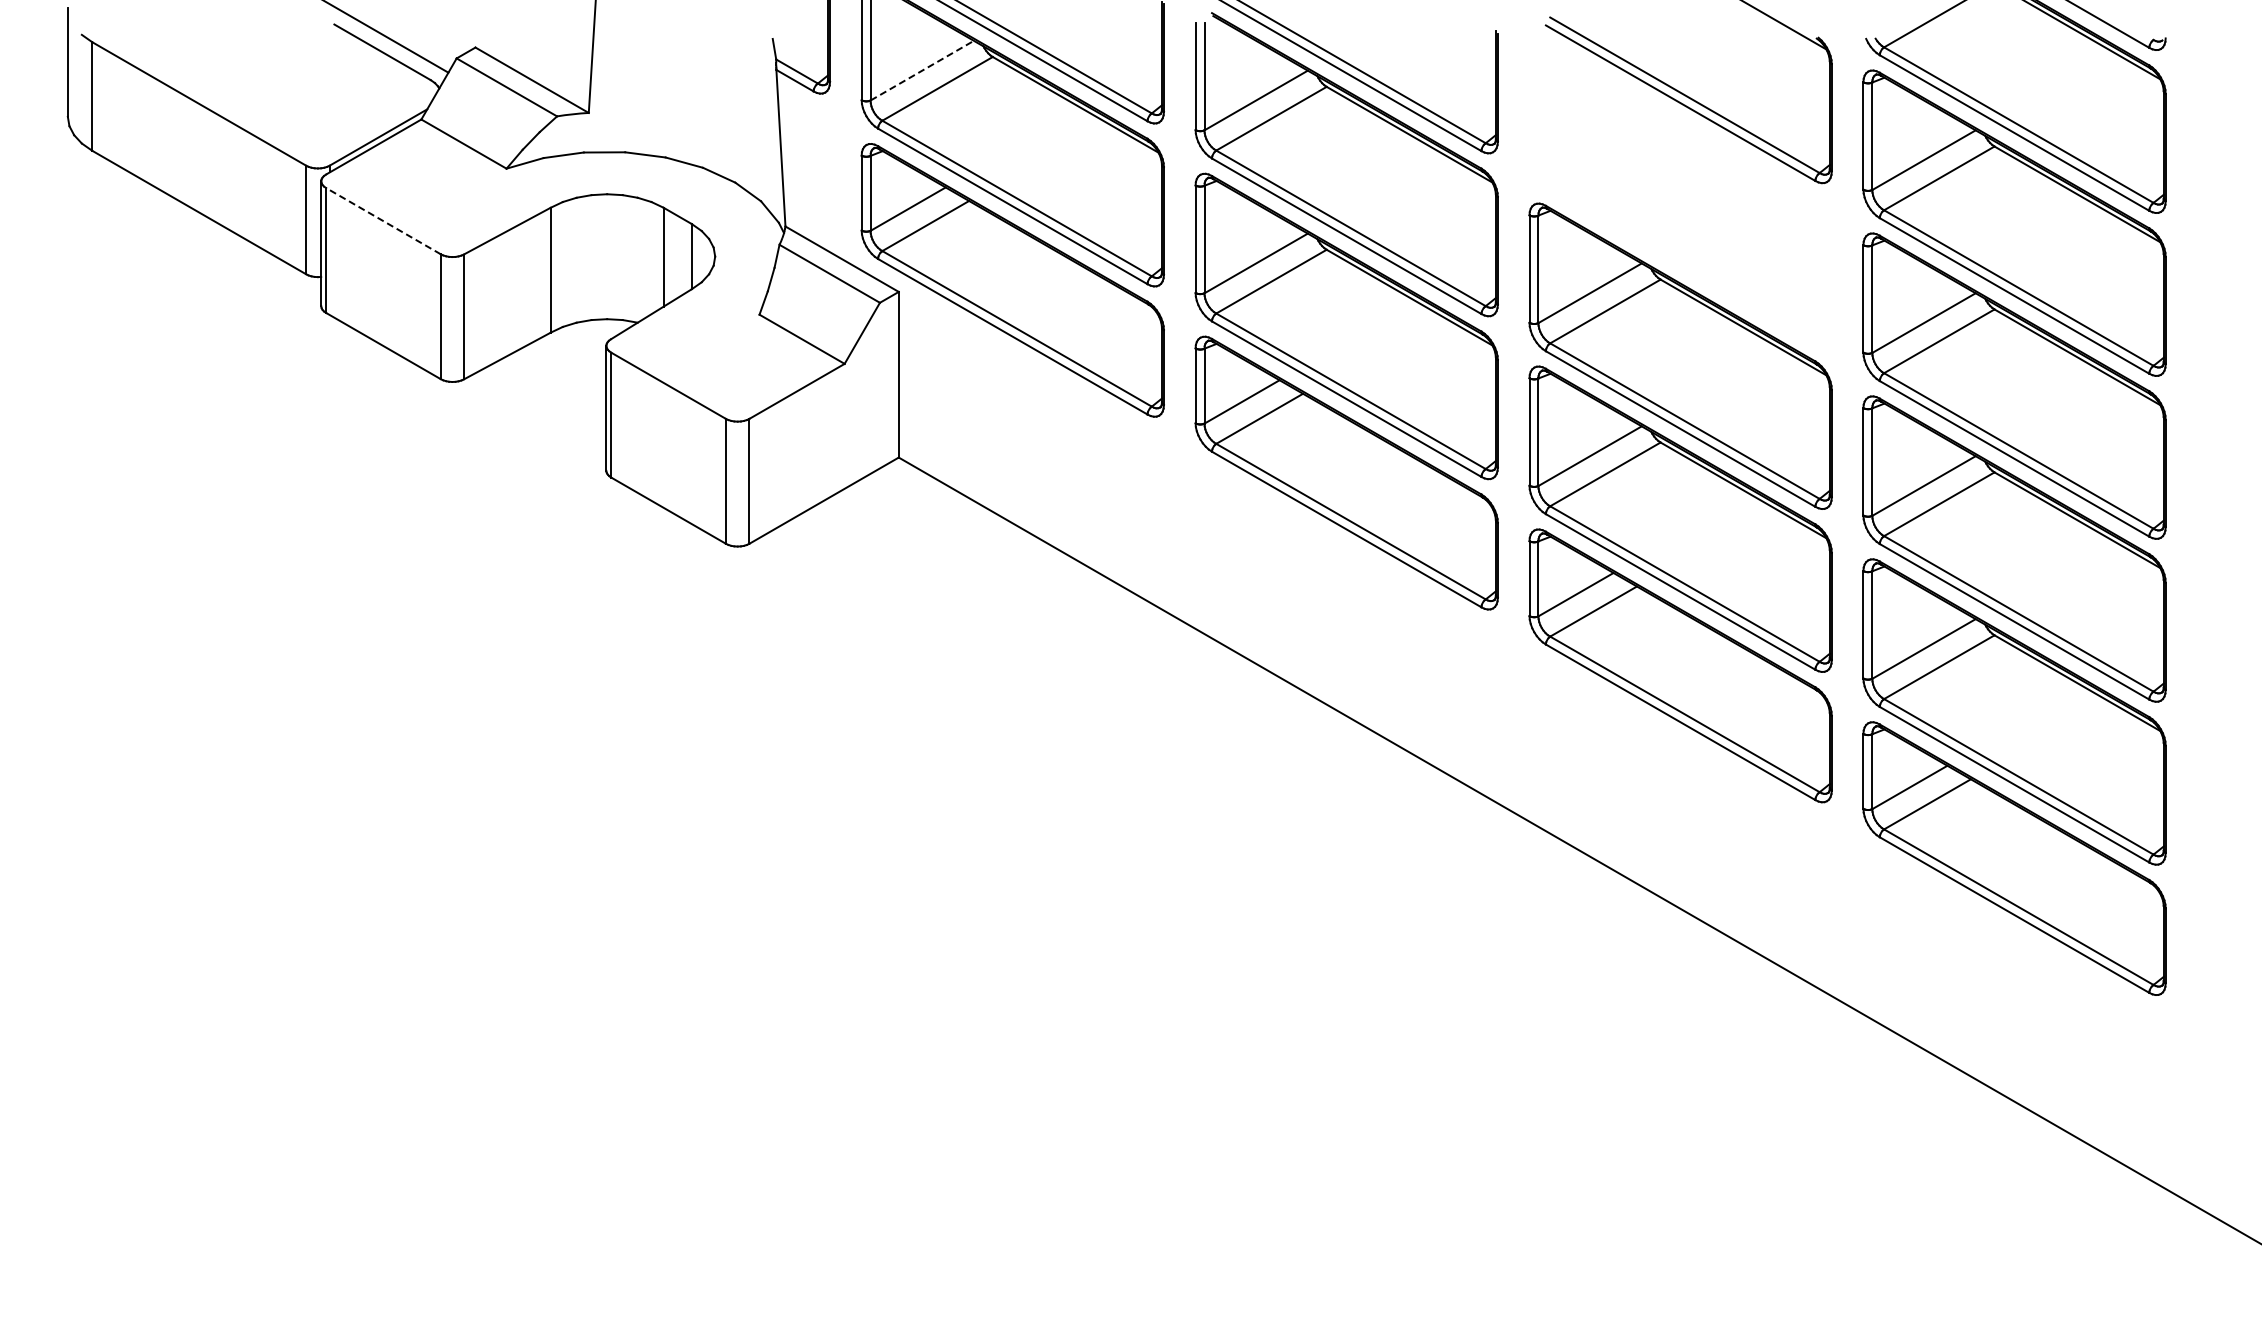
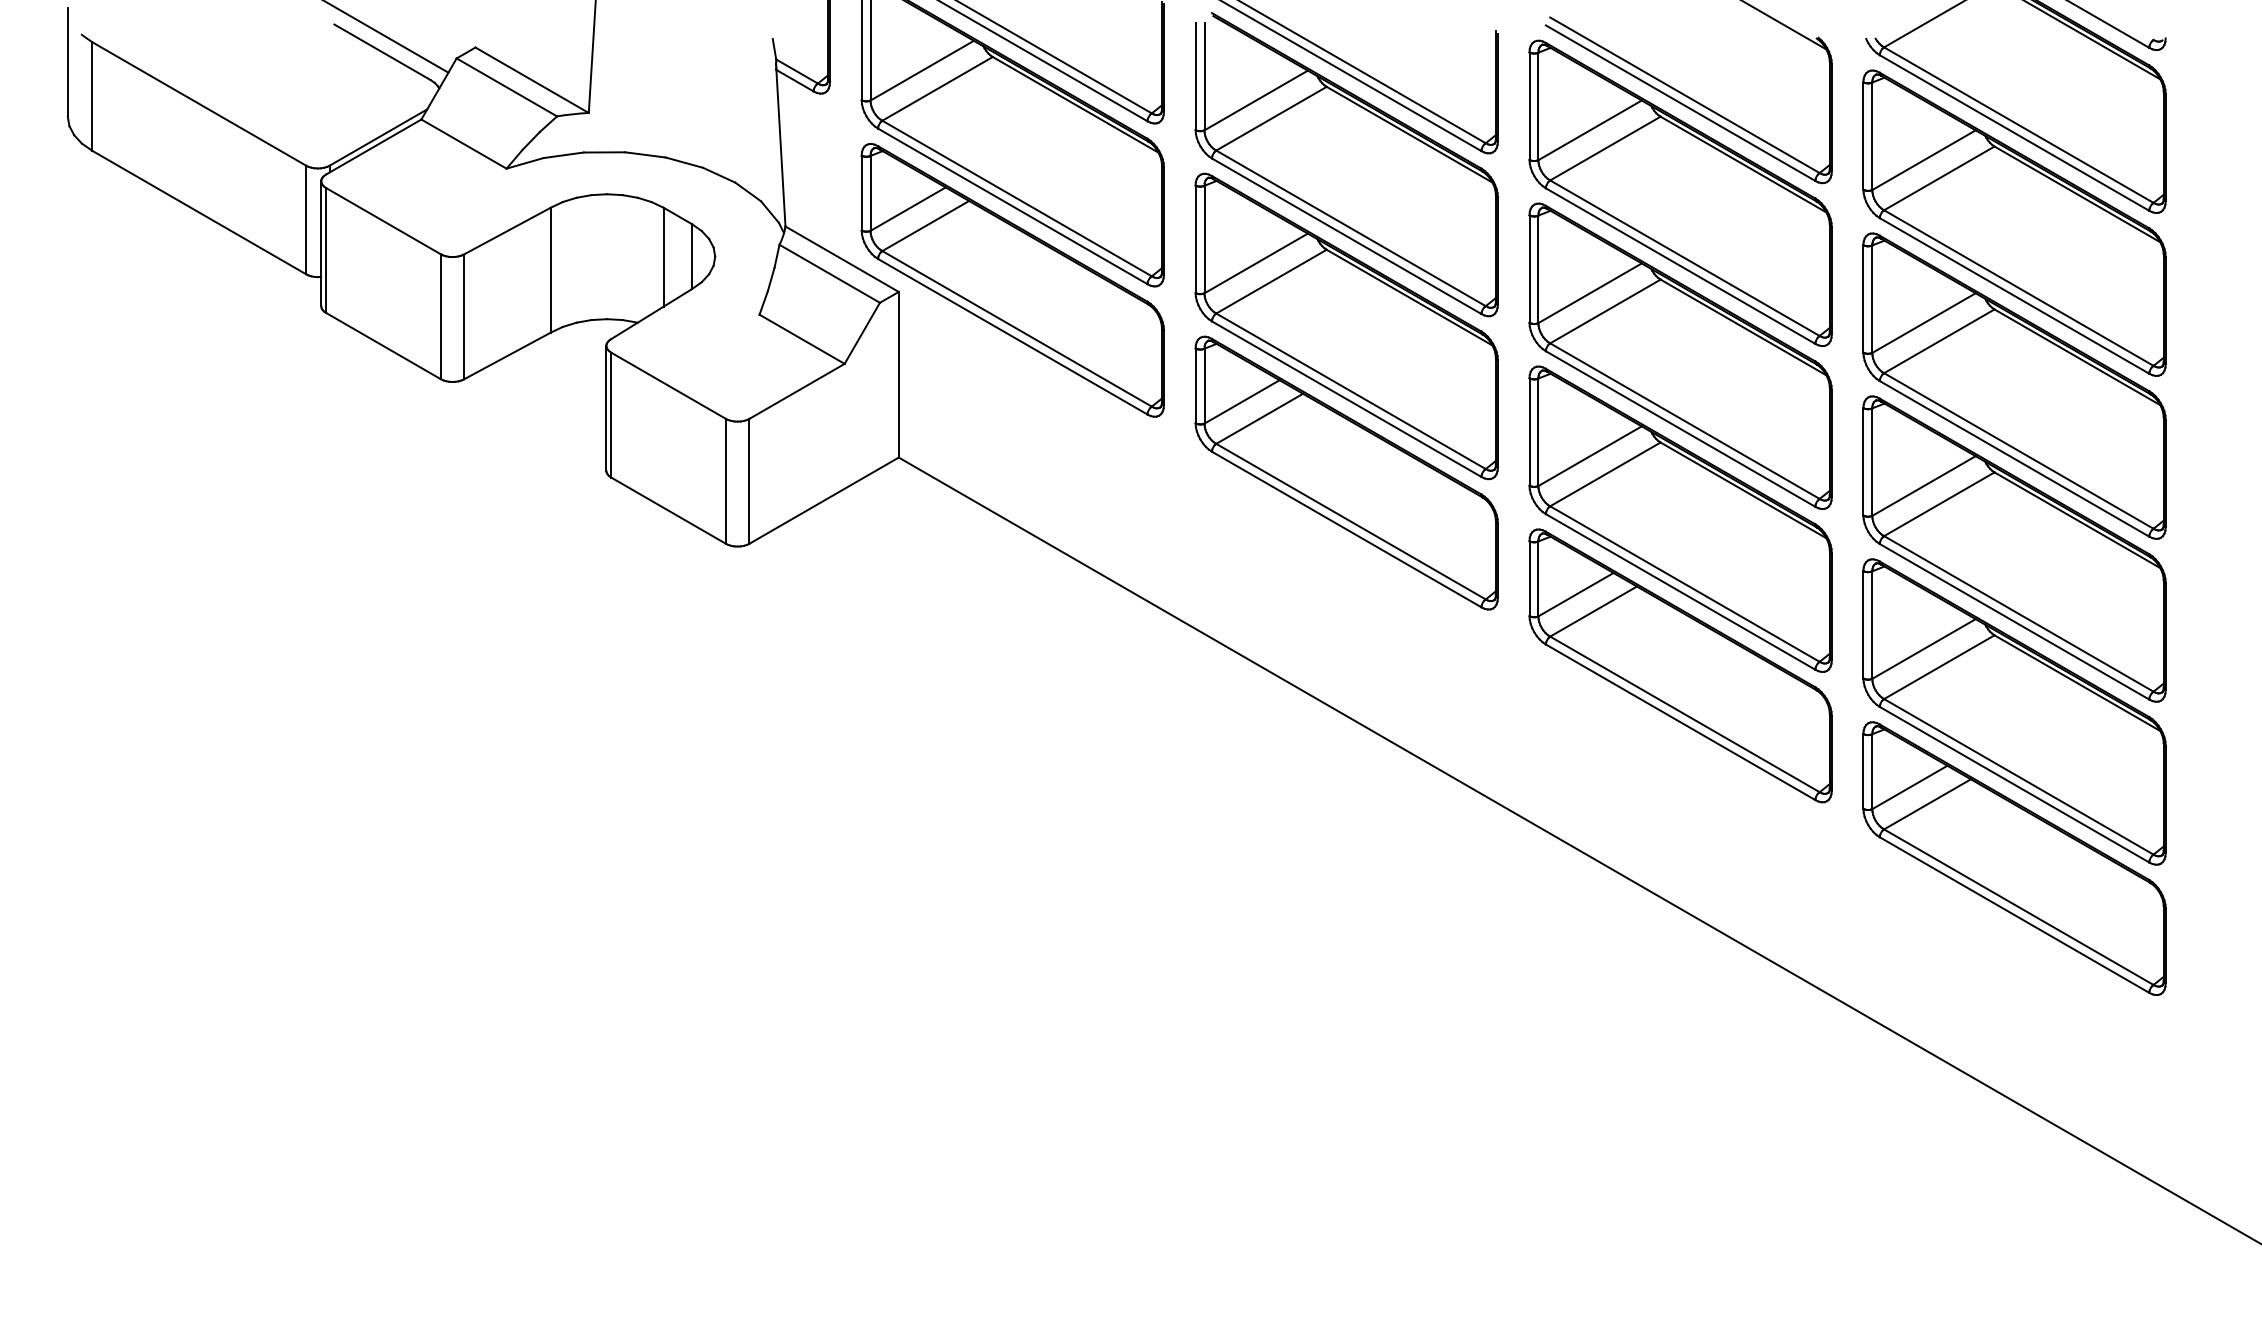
line at (922, 70): dashed -> solid
part at (1680, 192): none -> present
line at (383, 220): dashed -> solid
